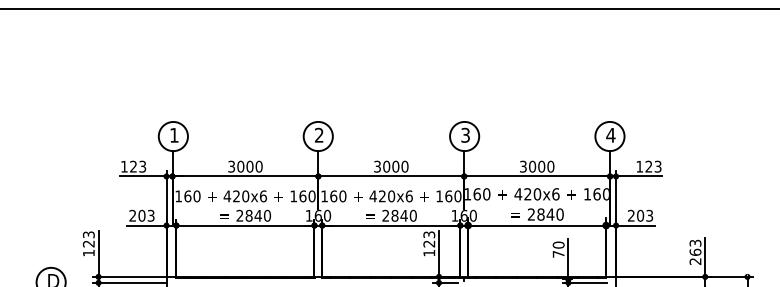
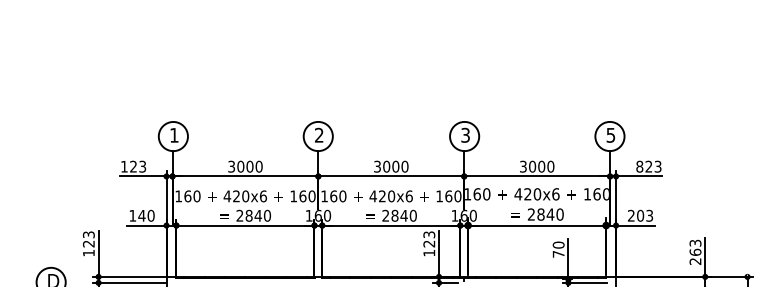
line at (389, 8): present -> none
text at (610, 135): 4 -> 5
text at (639, 166): 123 -> 823
text at (141, 215): 203 -> 140
